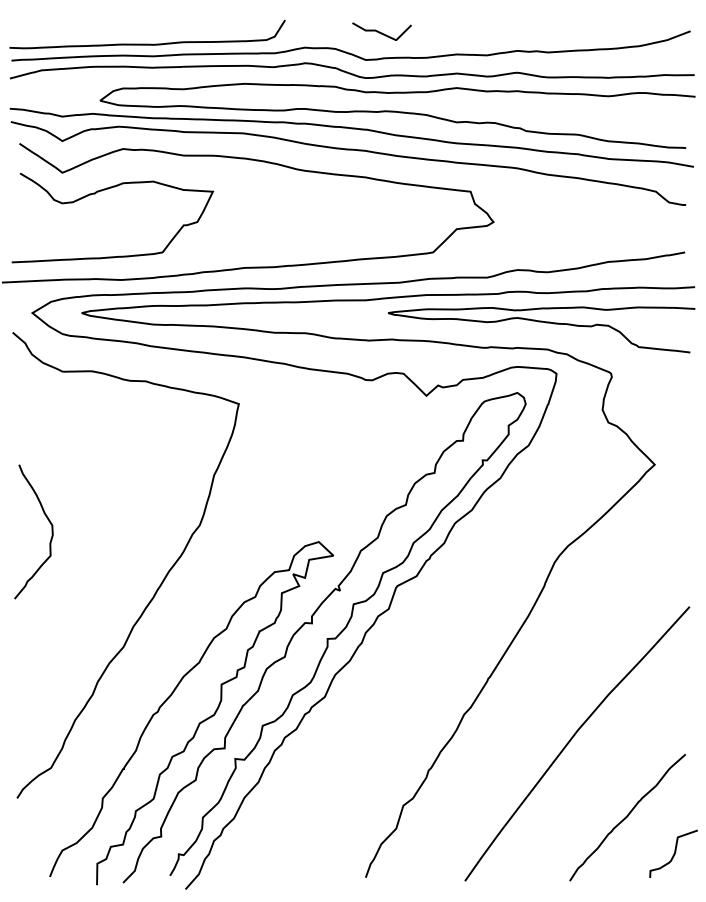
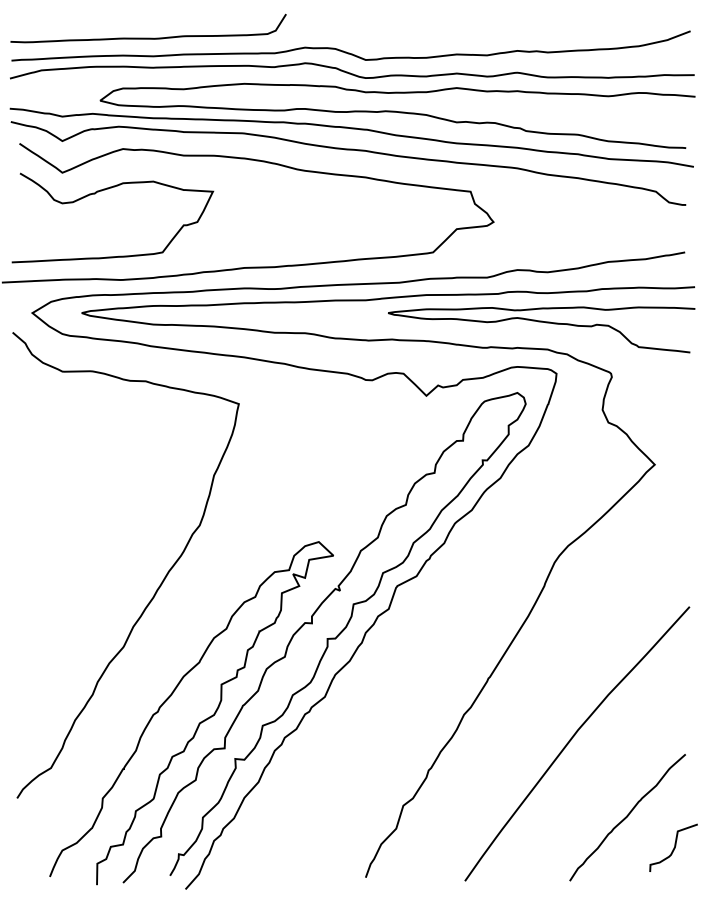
curve at (380, 31): present -> none
curve at (147, 43) position: (147, 43) -> (148, 37)
curve at (51, 531): present -> none
curve at (673, 853) position: (673, 853) -> (673, 847)
